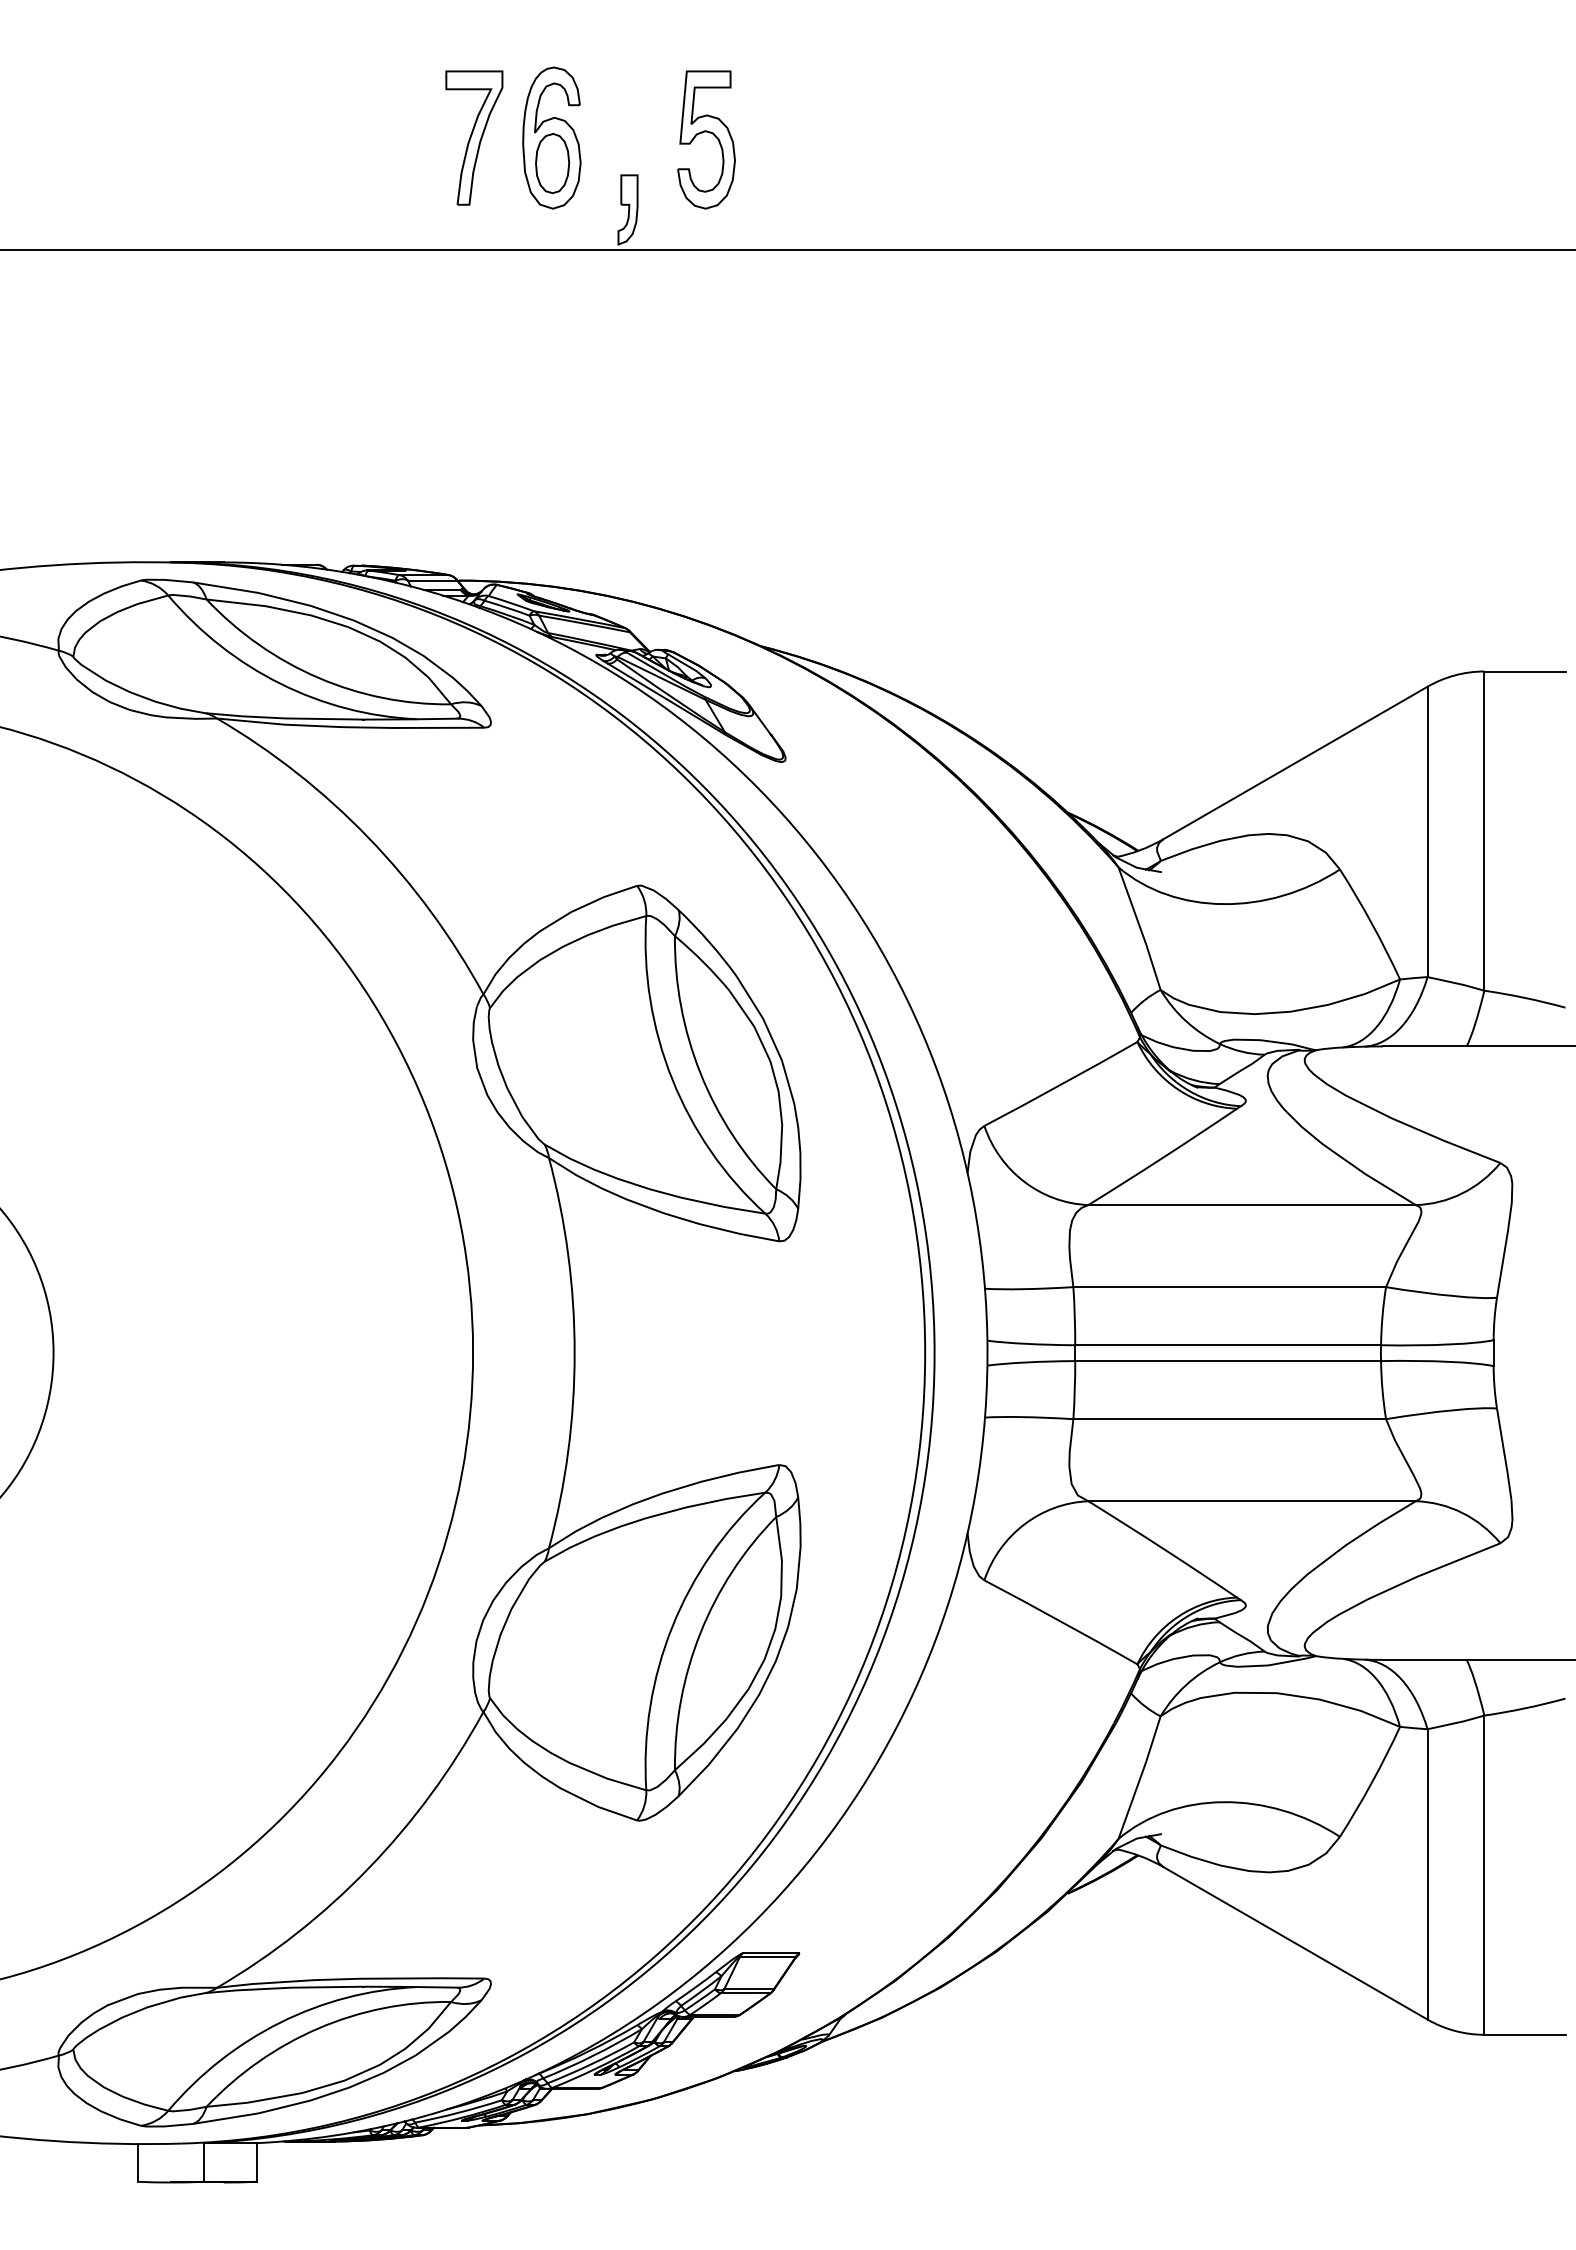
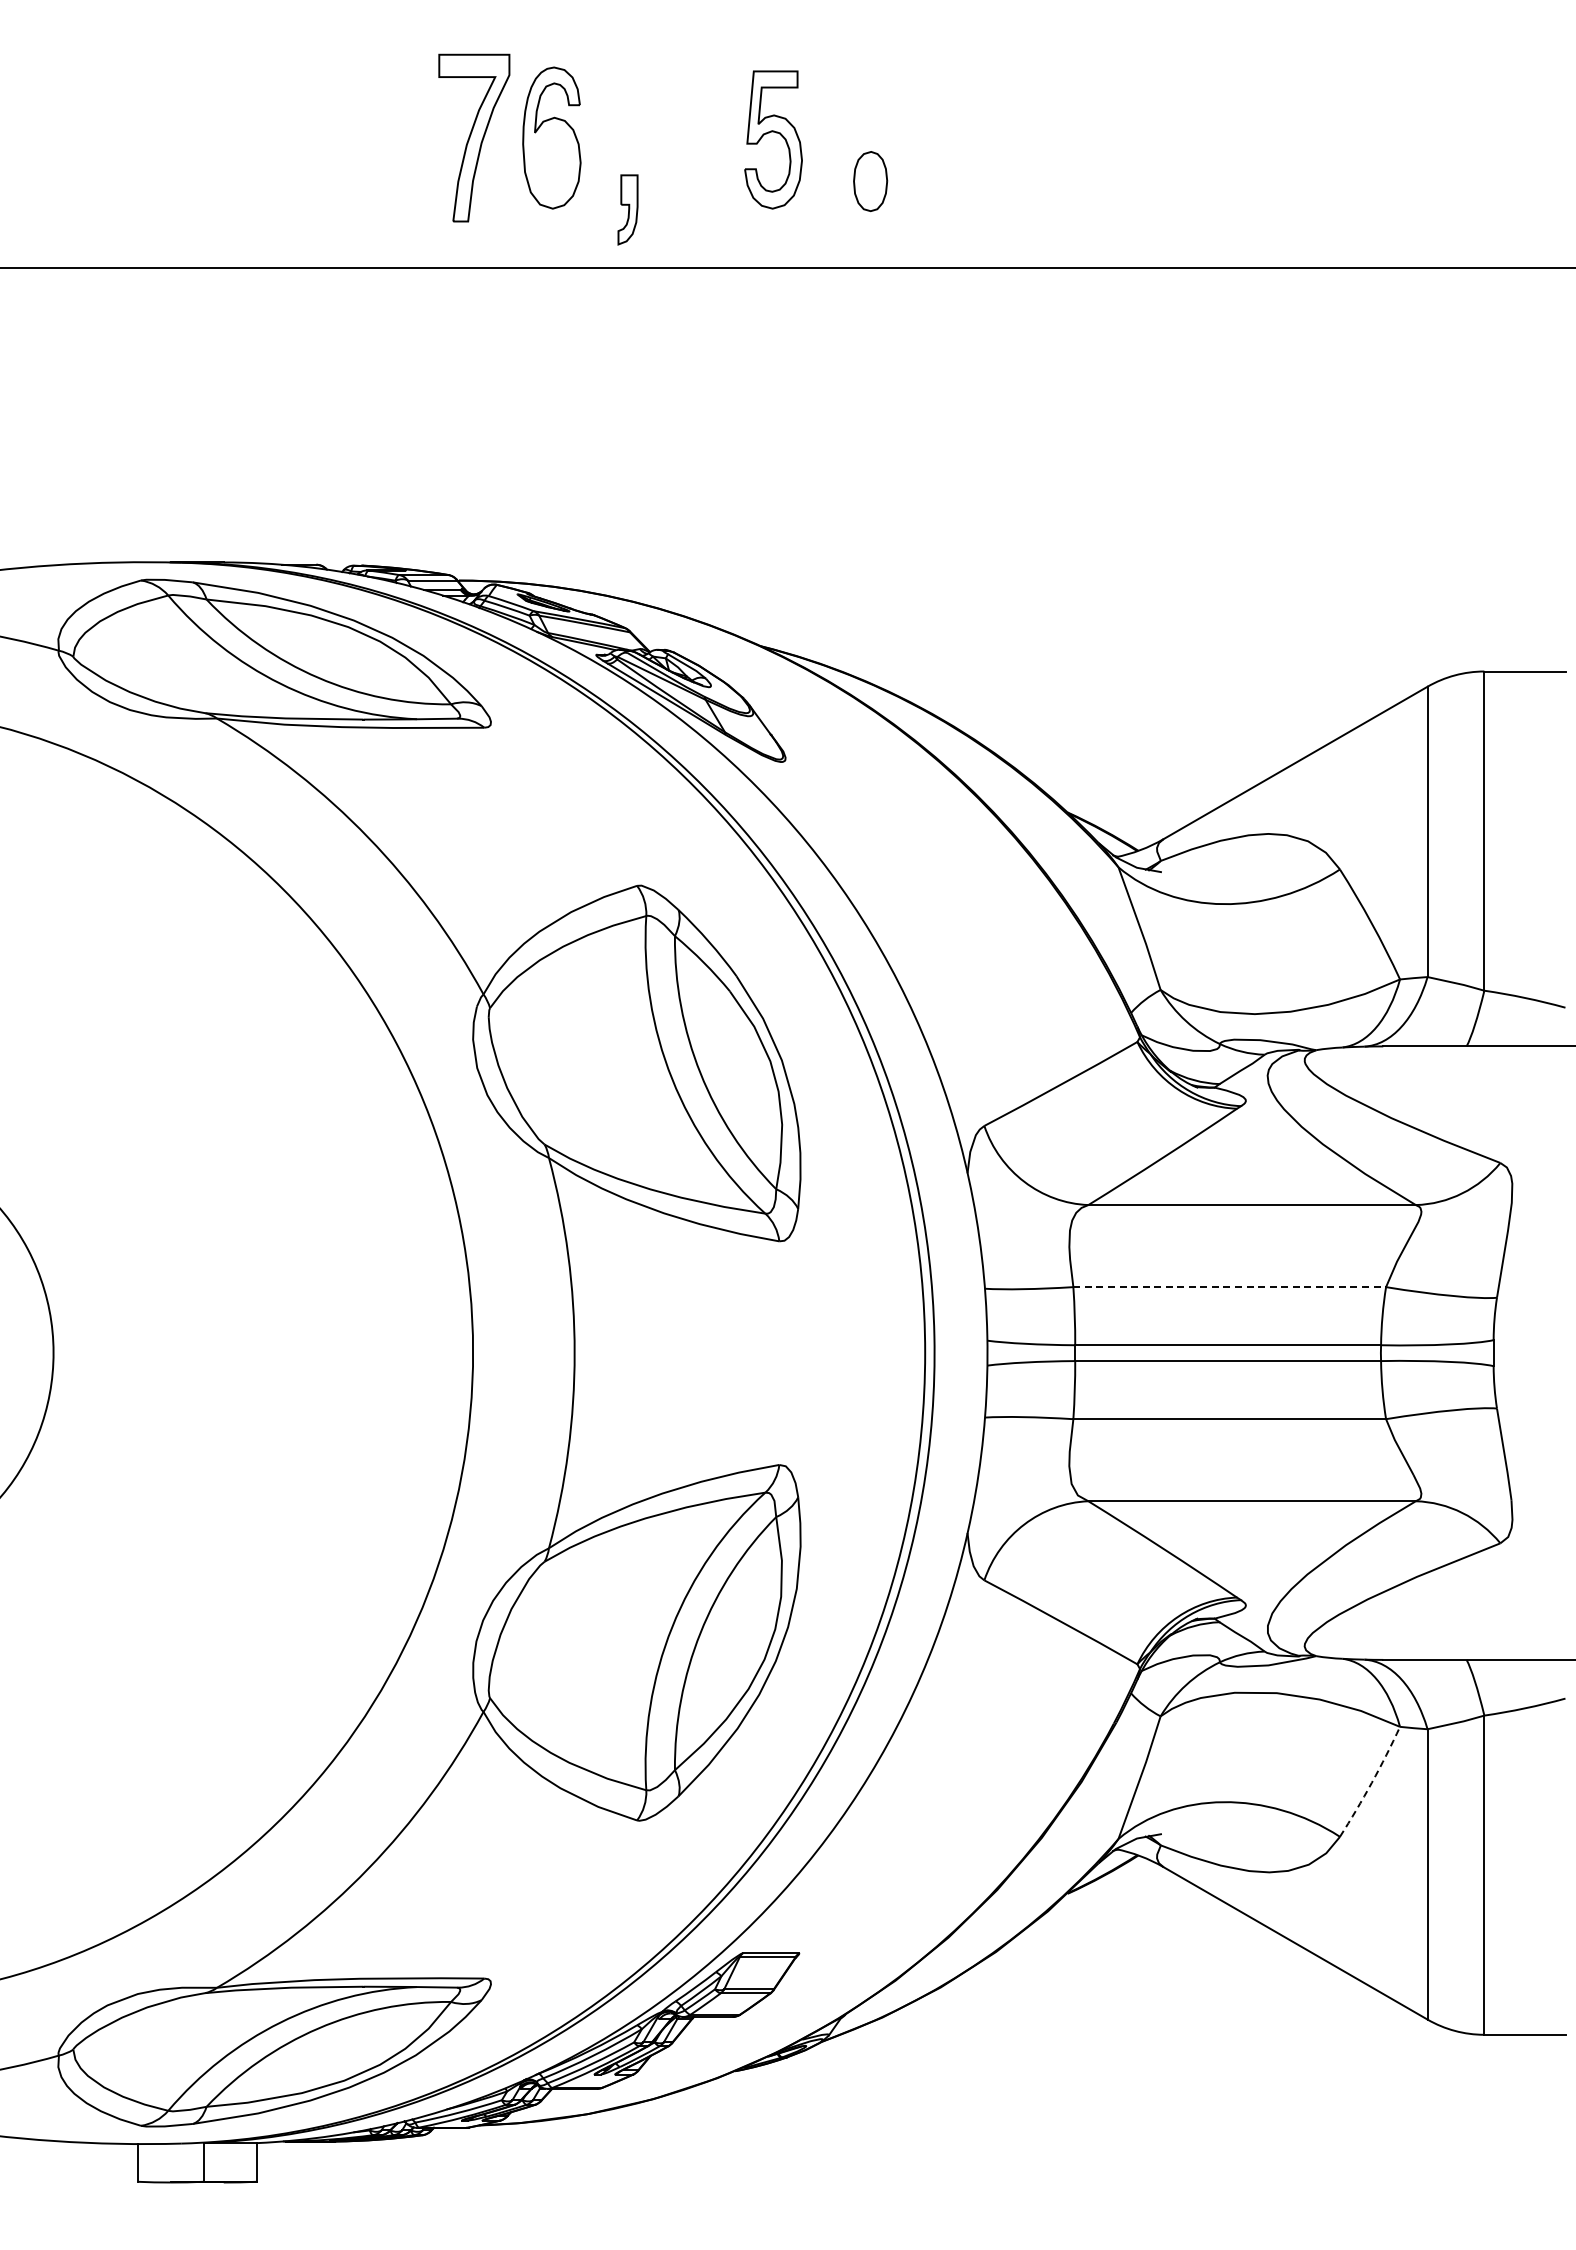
part at (709, 133) position: (709, 133) -> (776, 133)
part at (474, 137) size: 59x136 px -> 73x170 px
part at (552, 163) position: (552, 163) -> (870, 181)
line at (787, 250) position: (787, 250) -> (787, 268)
line at (1230, 1287): solid -> dashed
arc at (1371, 1782): solid -> dashed
